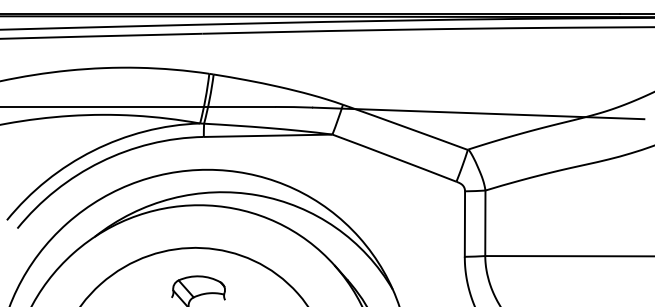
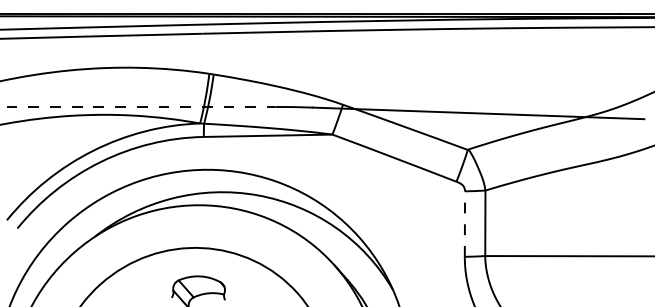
line at (138, 106): solid -> dashed
line at (464, 224): solid -> dashed
